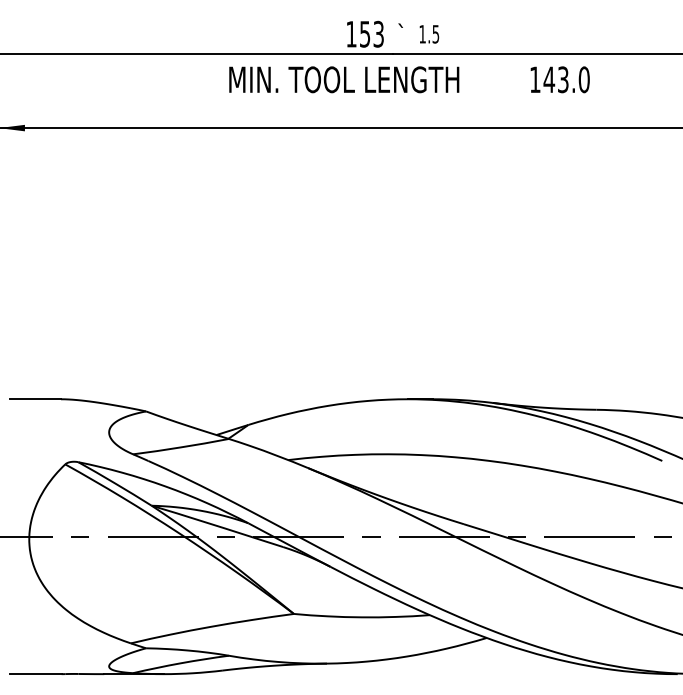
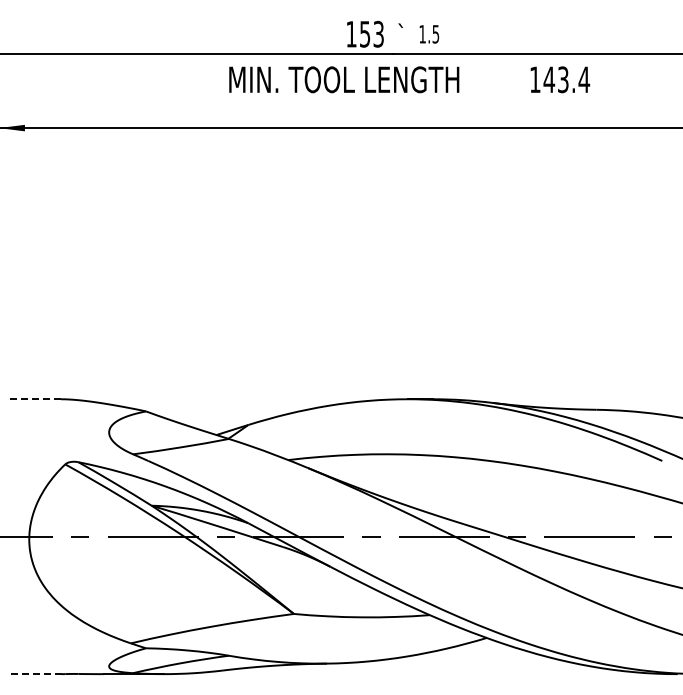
text at (584, 79): 143.0 -> 143.4
line at (35, 399): solid -> dashed
line at (35, 674): solid -> dashed
